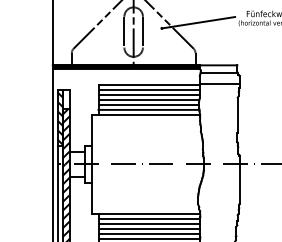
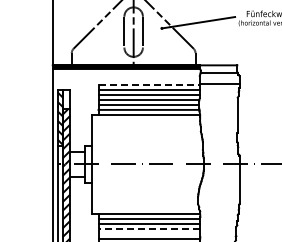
line at (149, 85): solid -> dashed
line at (149, 228): solid -> dashed
line at (149, 233): present -> none
